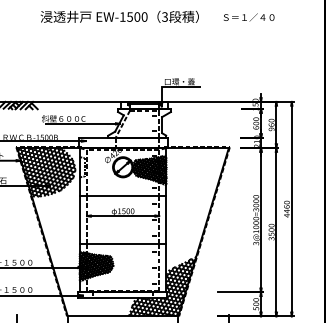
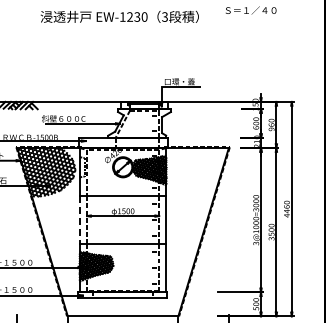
text at (133, 16): EW-1500 -> EW-1230
text at (248, 17) position: (248, 17) -> (250, 10)
line at (79, 220): solid -> dashed
hatch at (161, 286): present -> none
